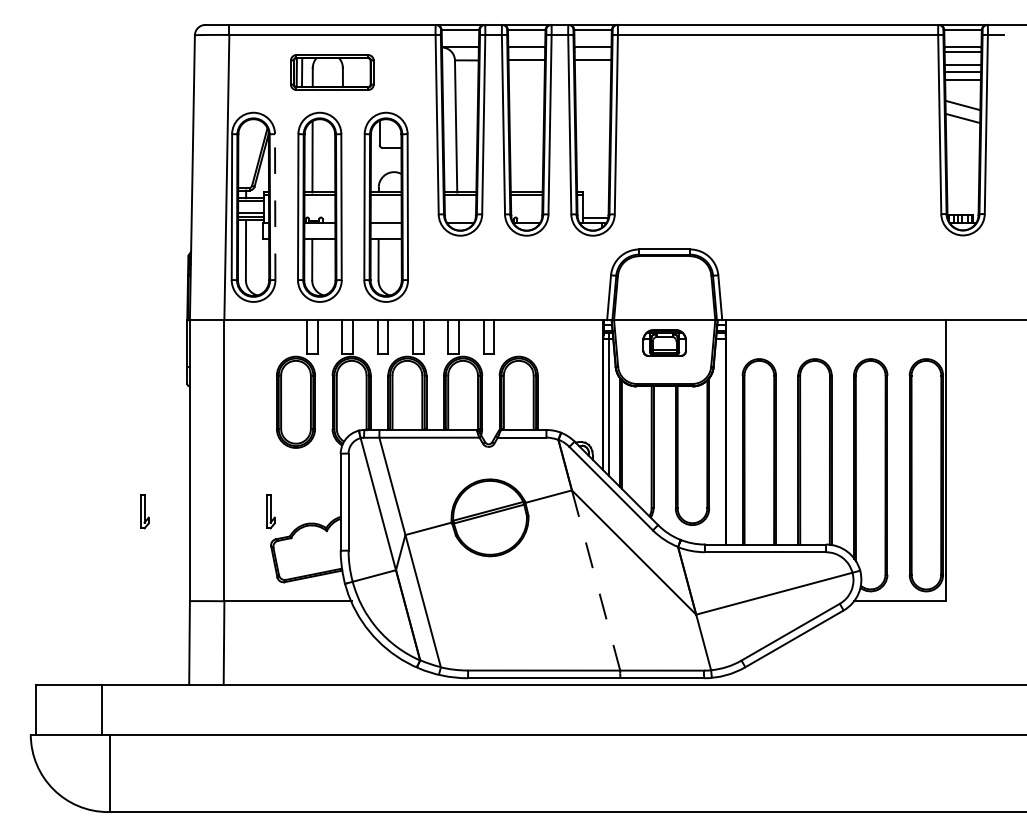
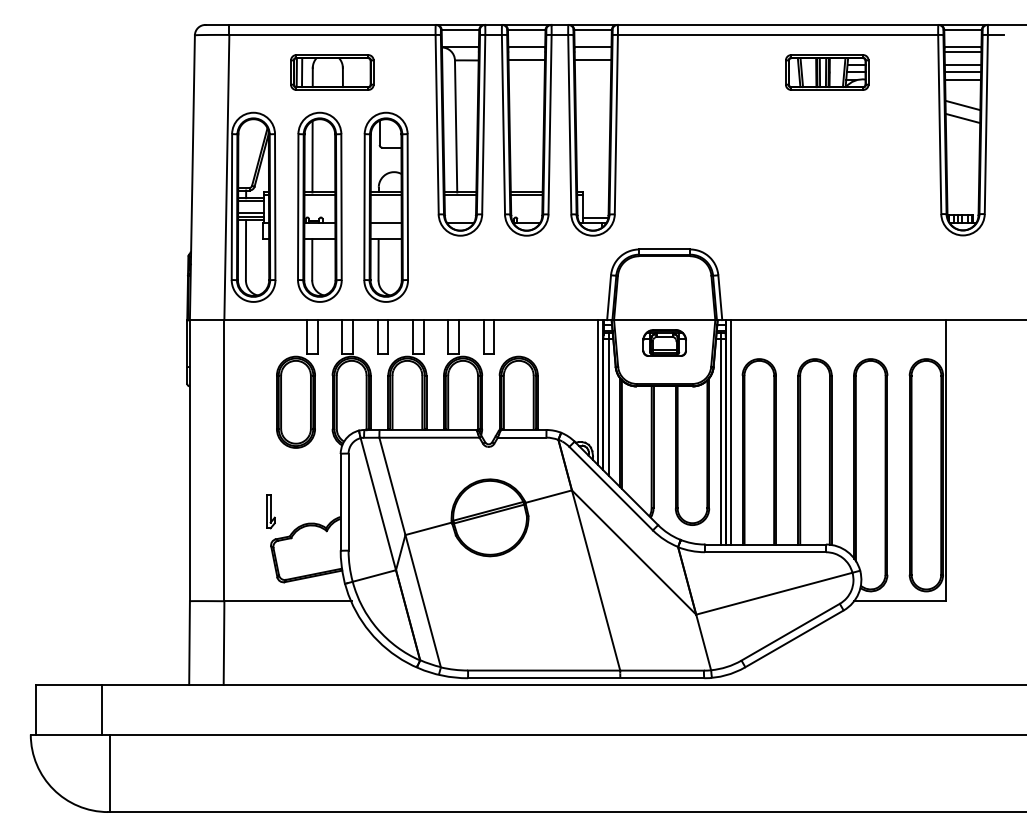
part at (827, 72): none -> present
line at (275, 207): dashed -> solid
line at (598, 392): none -> present
line at (731, 432): none -> present
line at (720, 438): none -> present
part at (144, 511): present -> none
line at (595, 580): dashed -> solid
